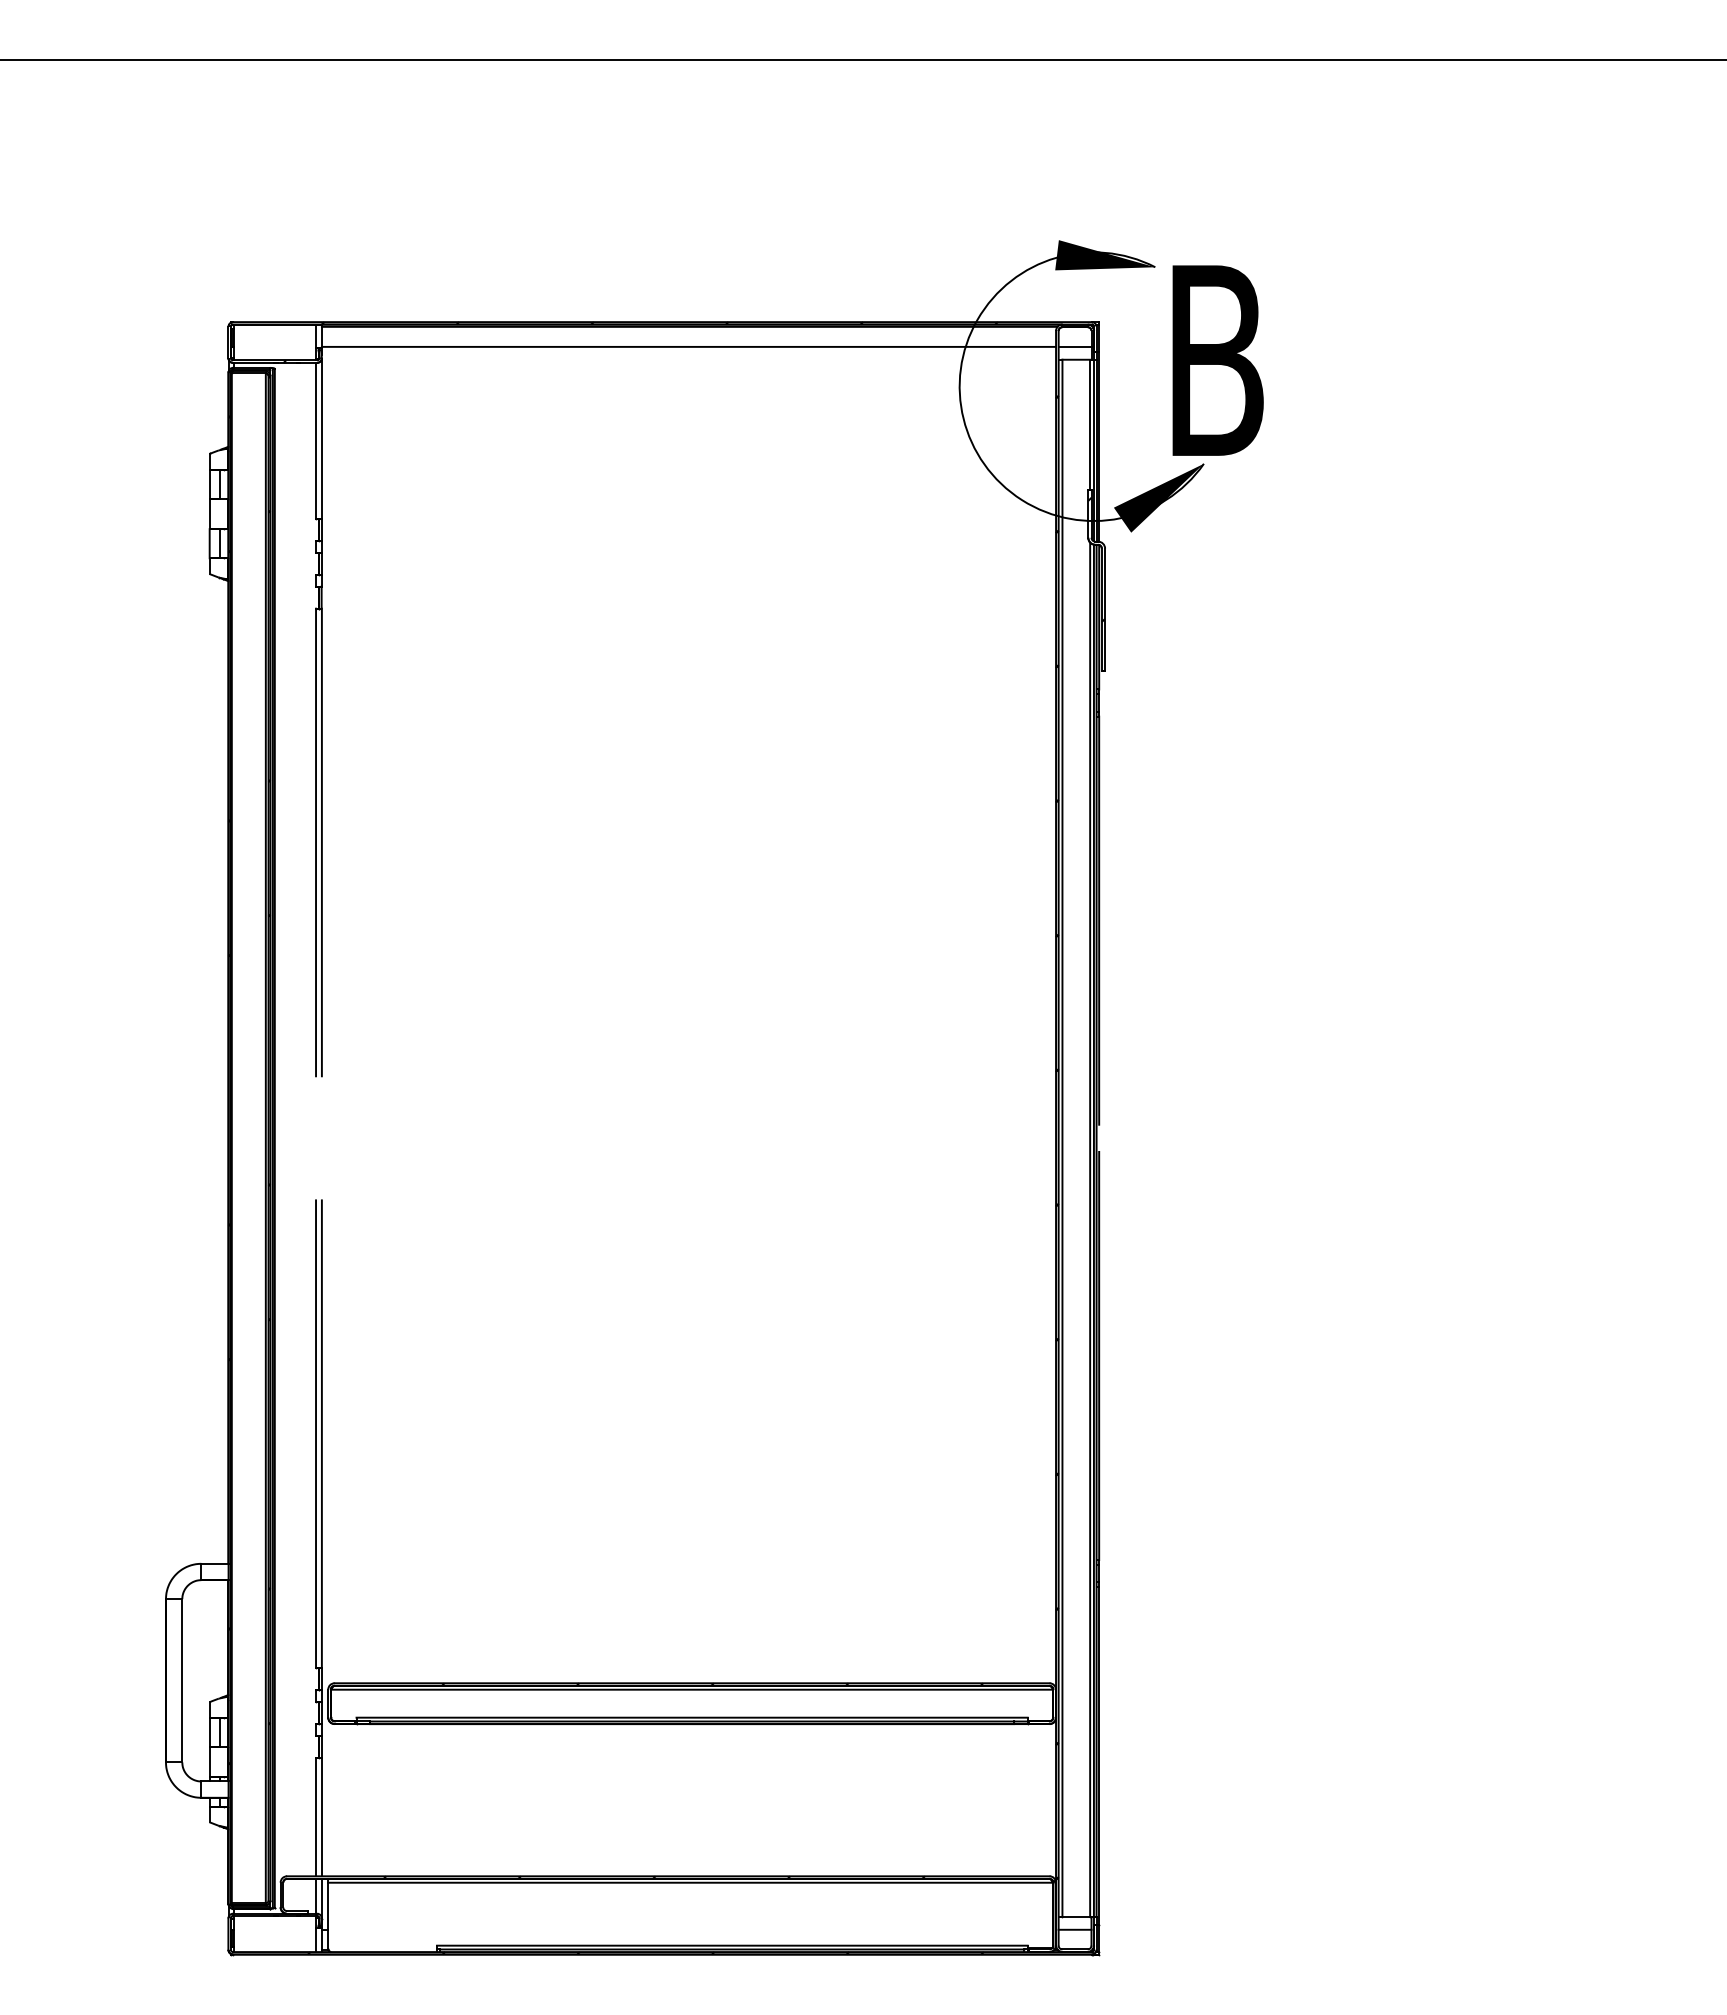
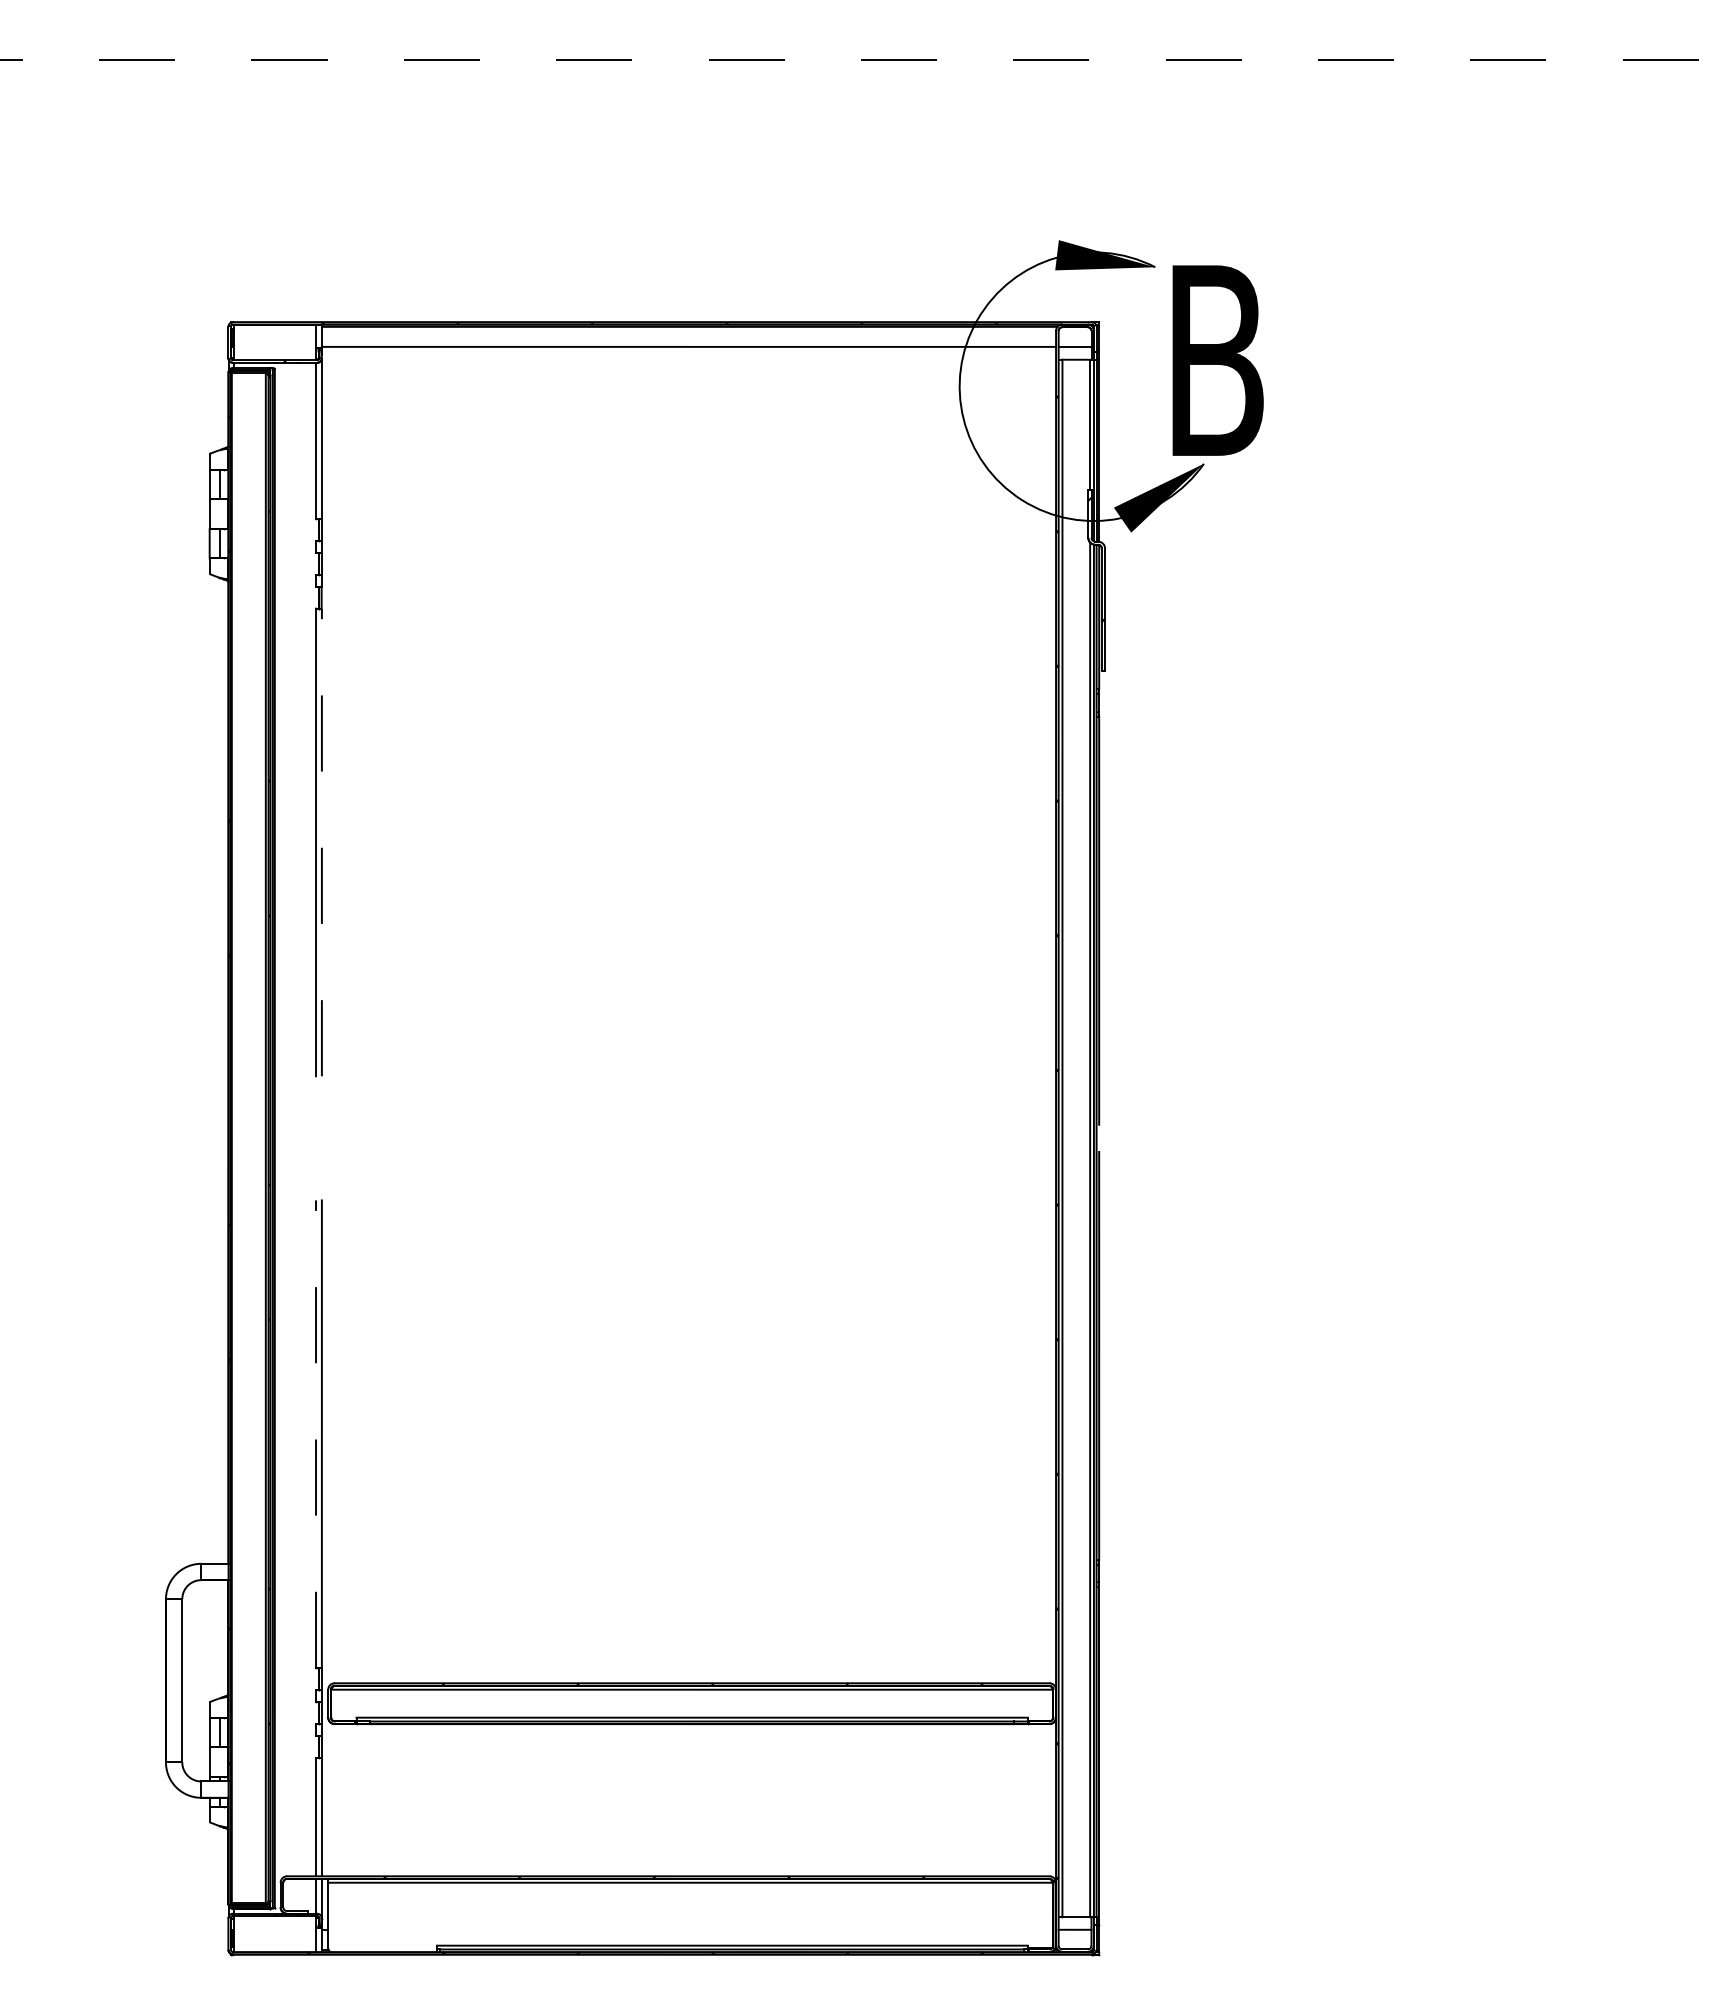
line at (864, 60): solid -> dashed
line at (321, 842): solid -> dashed
line at (316, 1434): solid -> dashed
